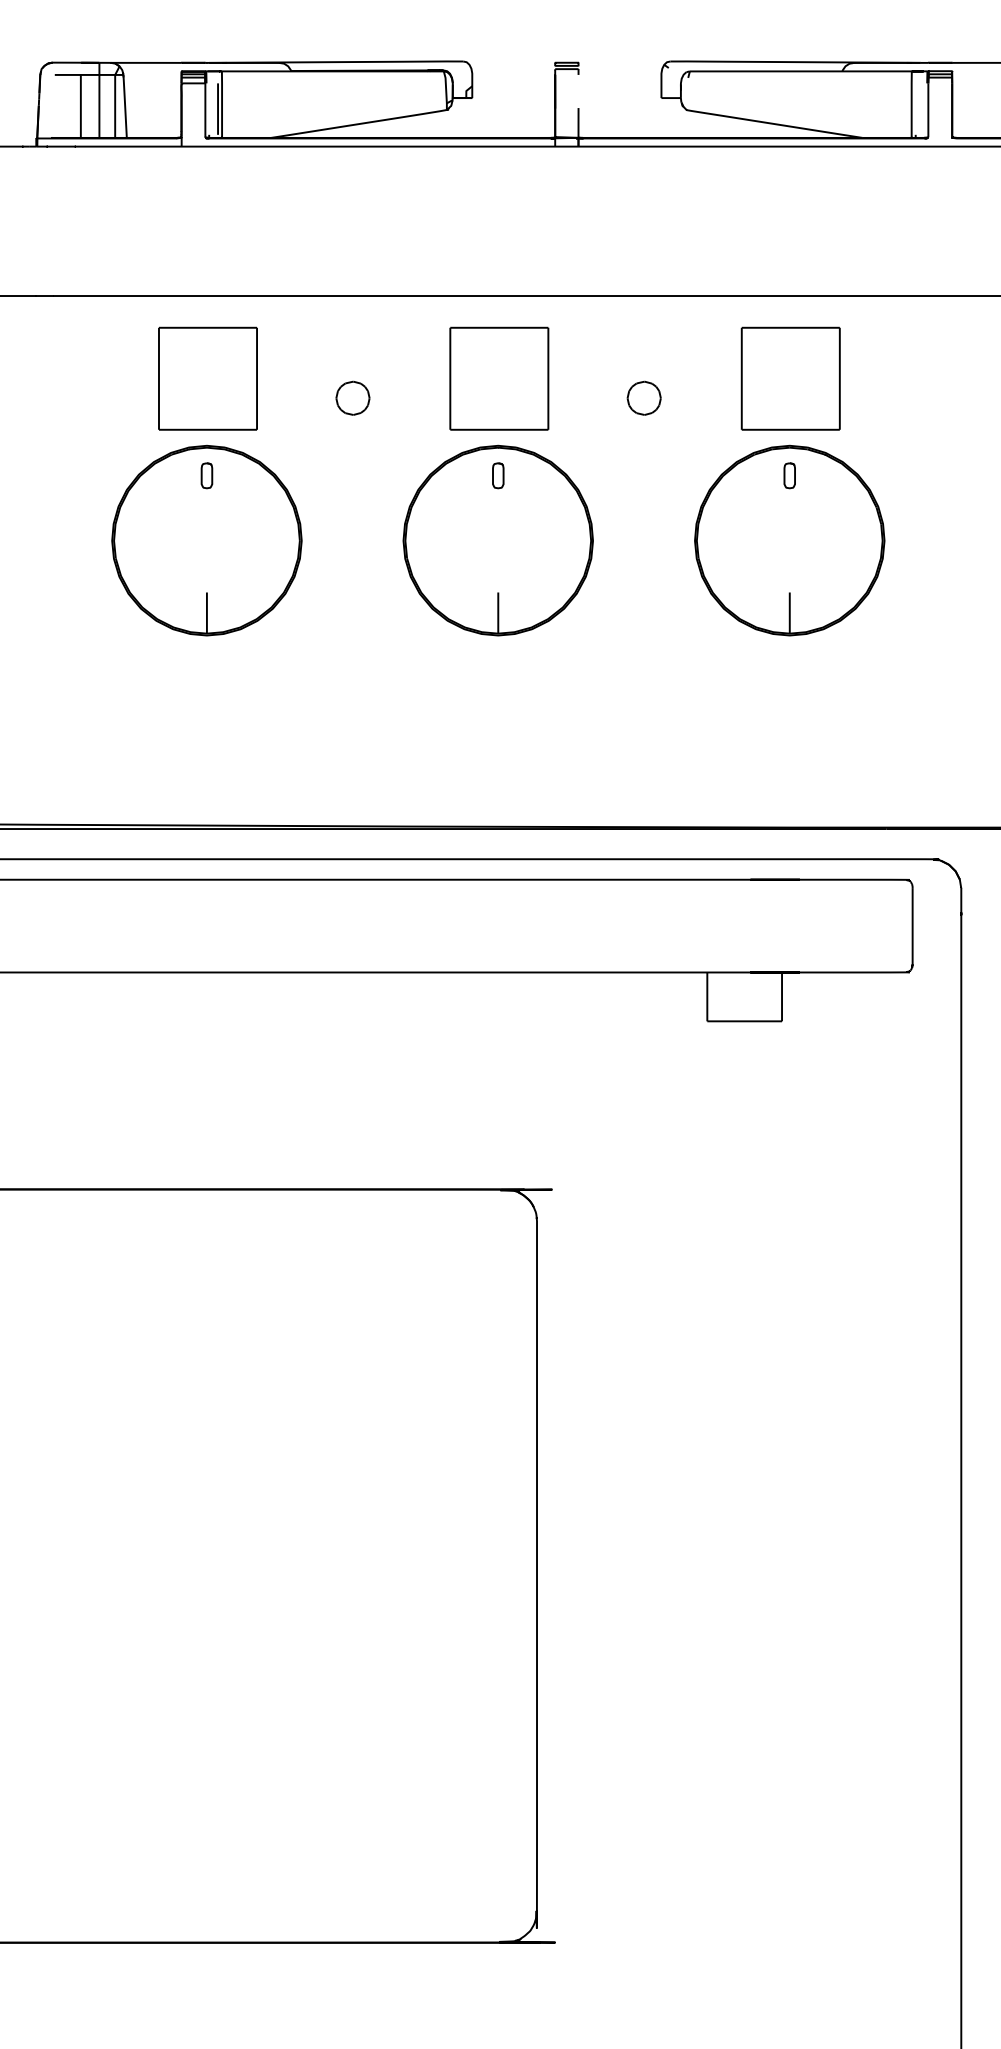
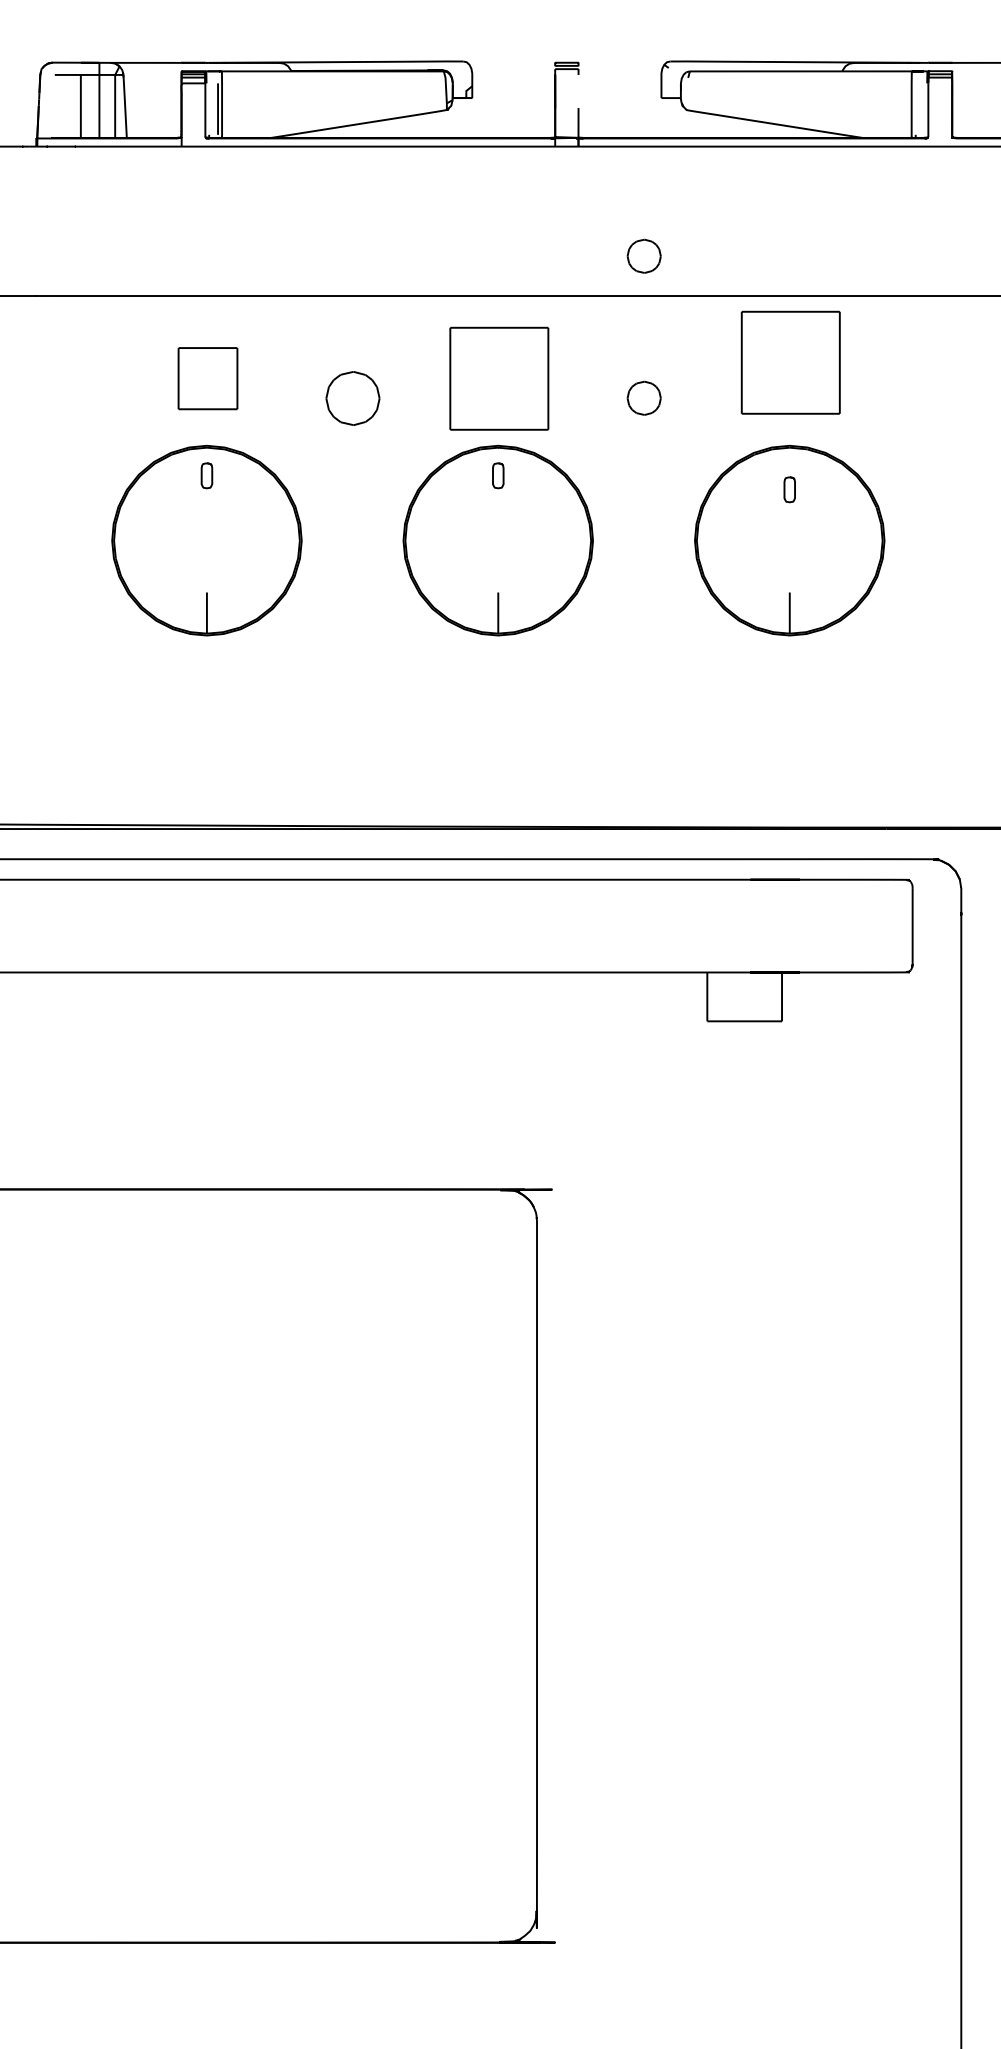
part at (643, 255): none -> present
part at (207, 378) size: 100x105 px -> 62x64 px
part at (790, 378) position: (790, 378) -> (790, 362)
part at (352, 397) size: 36x36 px -> 56x55 px
part at (789, 475) position: (789, 475) -> (789, 489)
